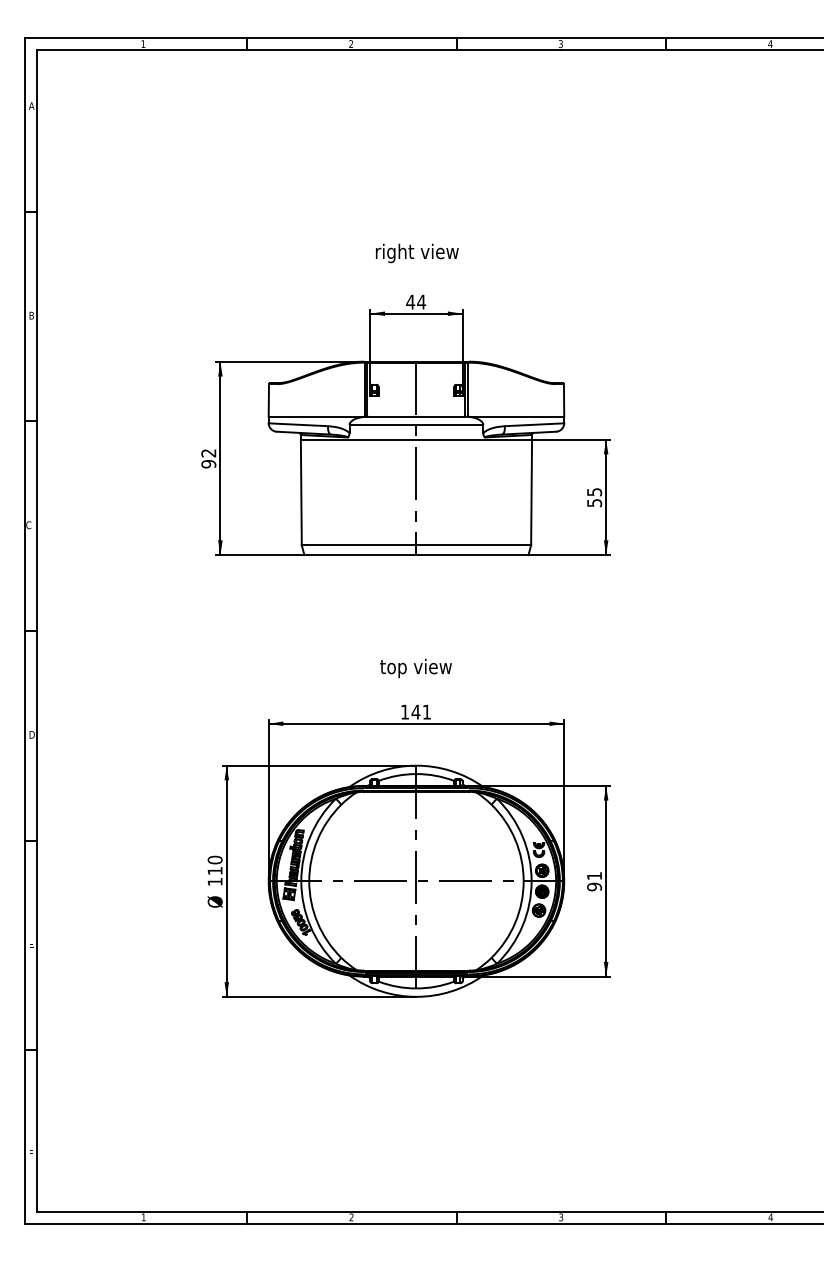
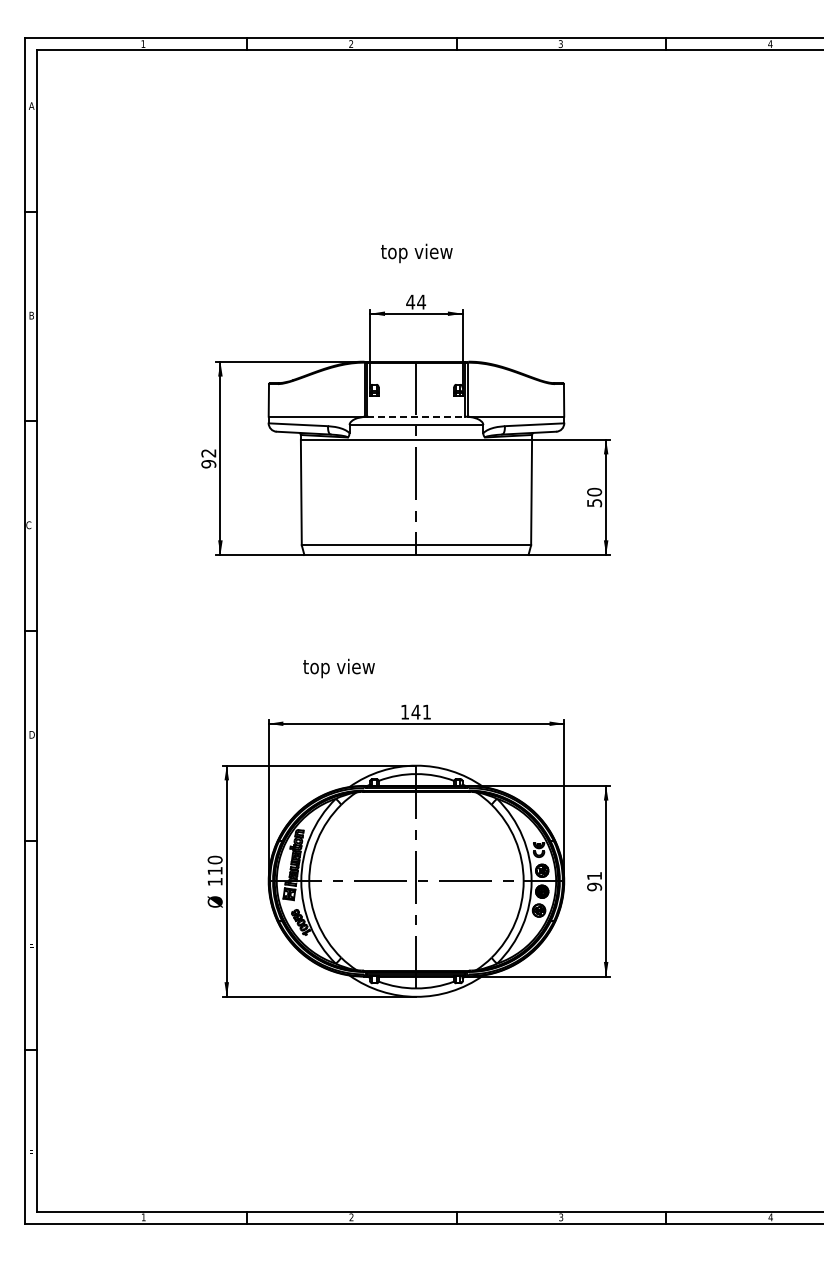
text at (416, 253): right view -> top view
line at (416, 416): solid -> dashed
text at (594, 491): 55 -> 50
text at (415, 668) position: (415, 668) -> (338, 668)
